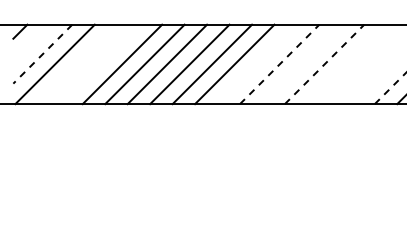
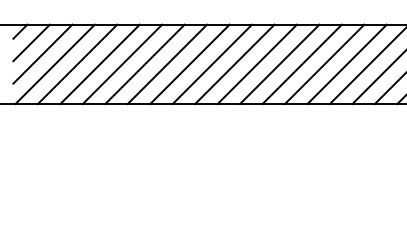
line at (31, 42): none -> present
line at (42, 54): dashed -> solid
line at (77, 64): none -> present
line at (99, 64): none -> present
line at (256, 64): none -> present
line at (280, 64): dashed -> solid
line at (301, 64): none -> present
line at (324, 64): dashed -> solid
line at (346, 64): none -> present
line at (366, 67): none -> present
line at (377, 78): none -> present
line at (390, 87): dashed -> solid
